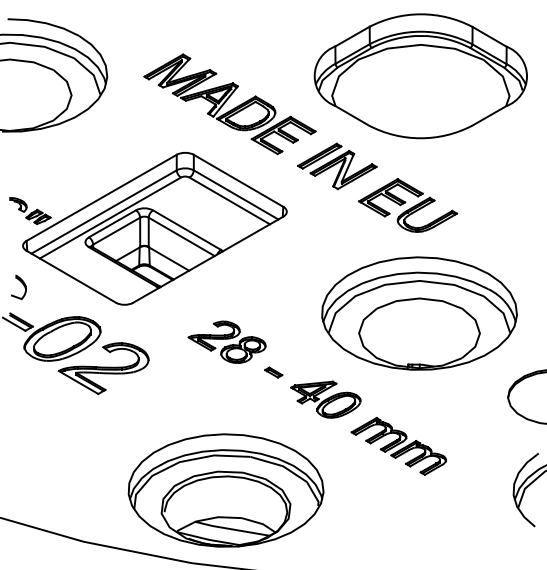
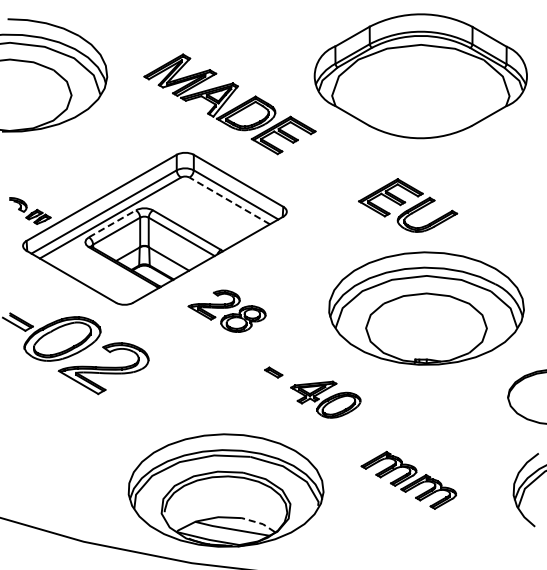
part at (337, 166): present -> none
line at (229, 200): solid -> dashed
line at (112, 223): solid -> dashed
part at (18, 286): present -> none
part at (419, 313) position: (419, 313) -> (426, 308)
part at (226, 341) position: (226, 341) -> (226, 310)
part at (398, 445) position: (398, 445) -> (408, 479)
line at (260, 523): solid -> dashed
